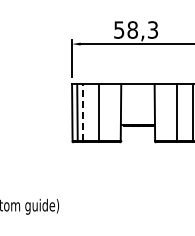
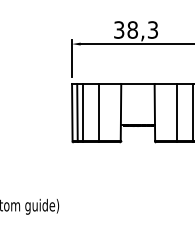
text at (119, 29): 58,3 -> 38,3
line at (82, 112): dashed -> solid
